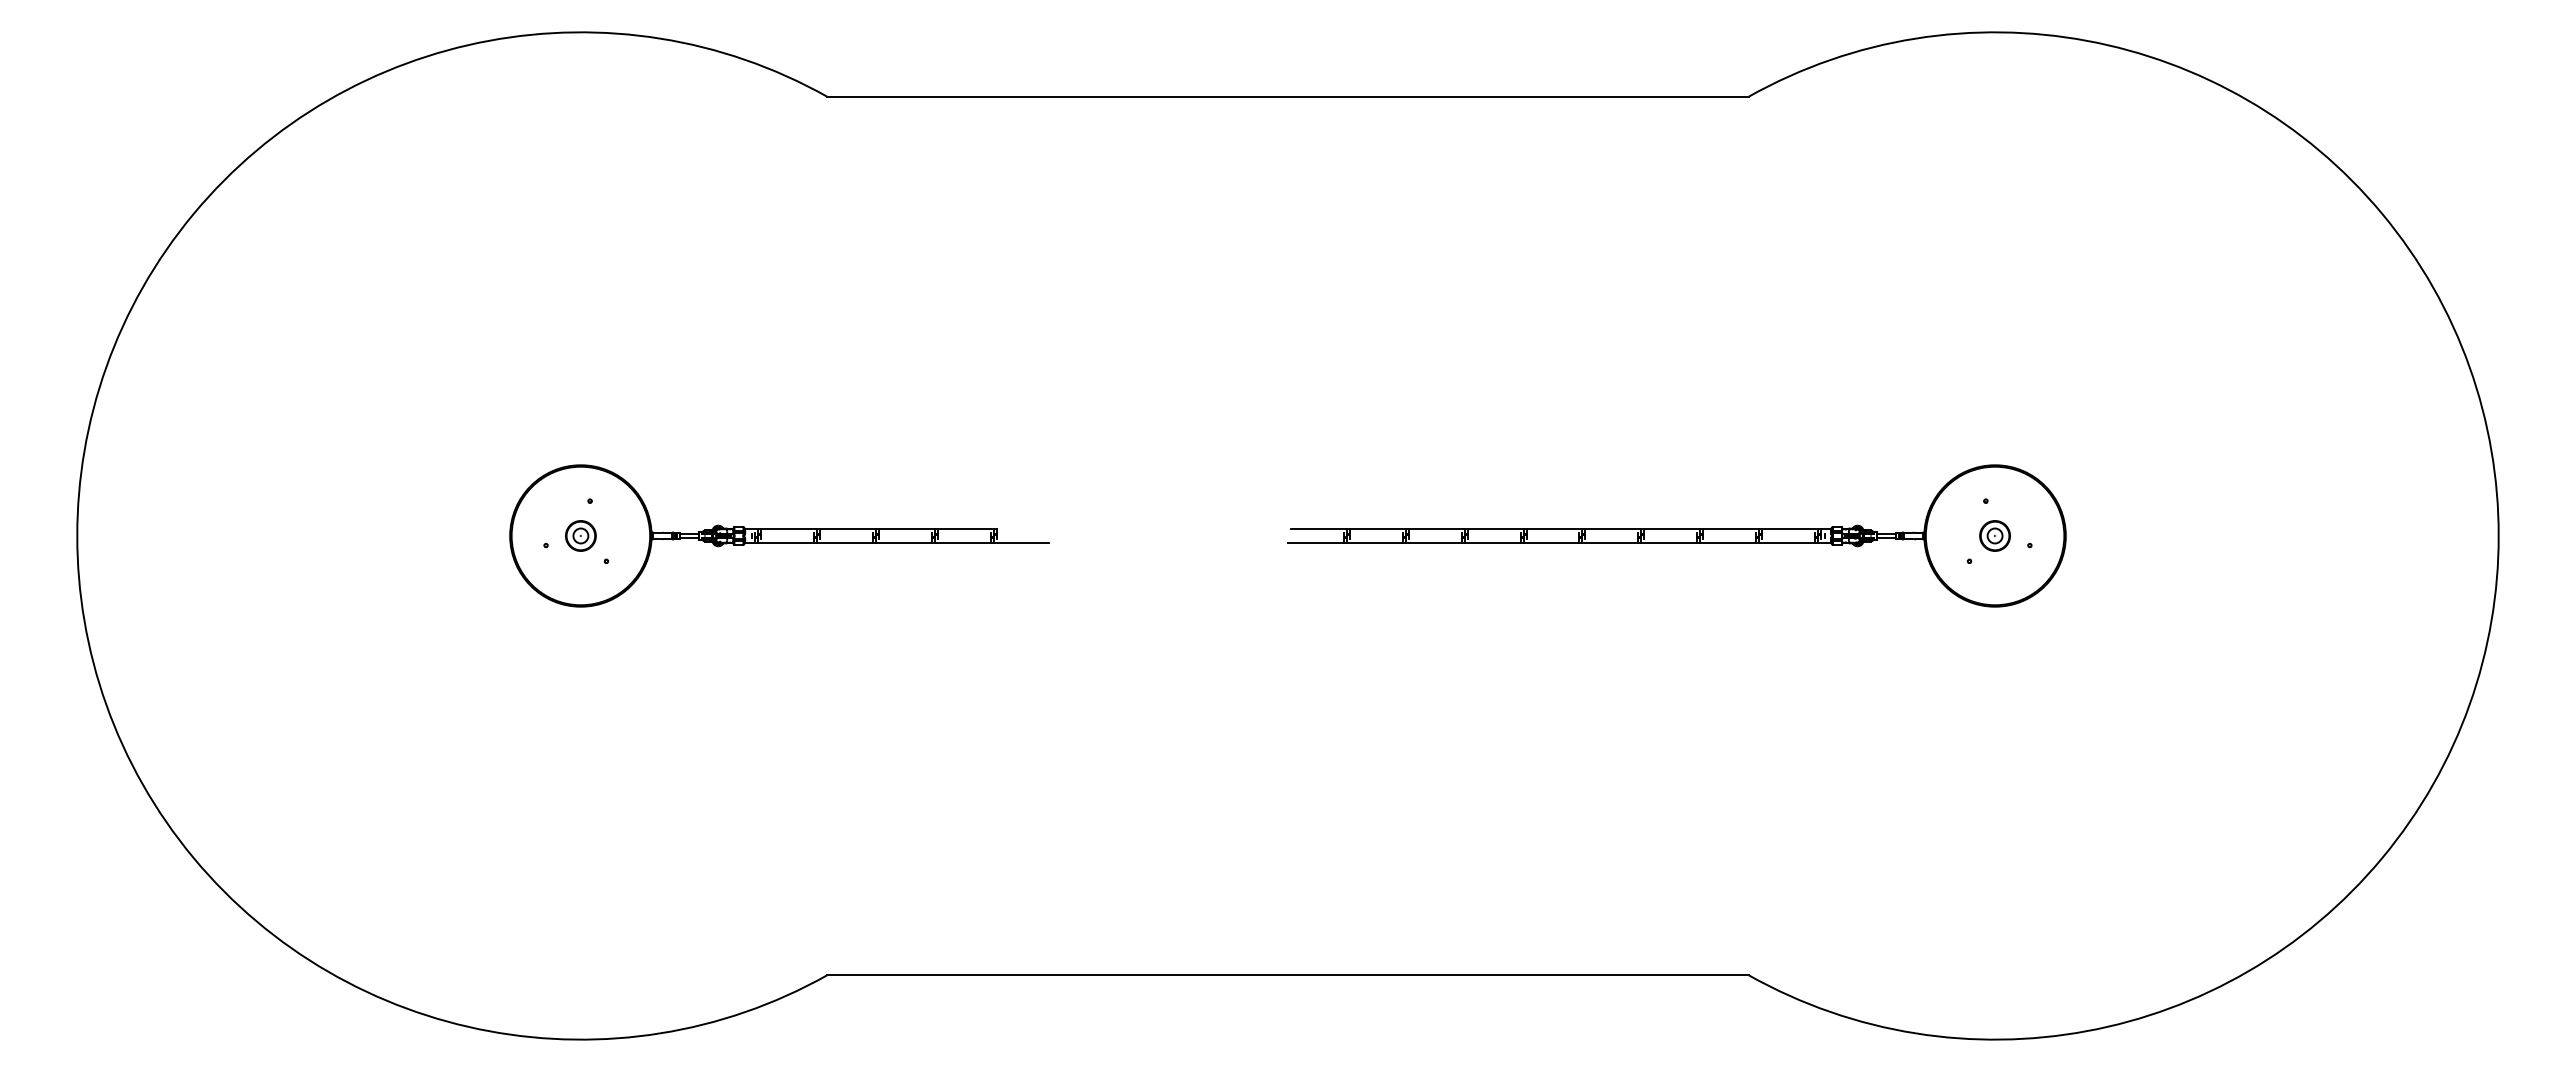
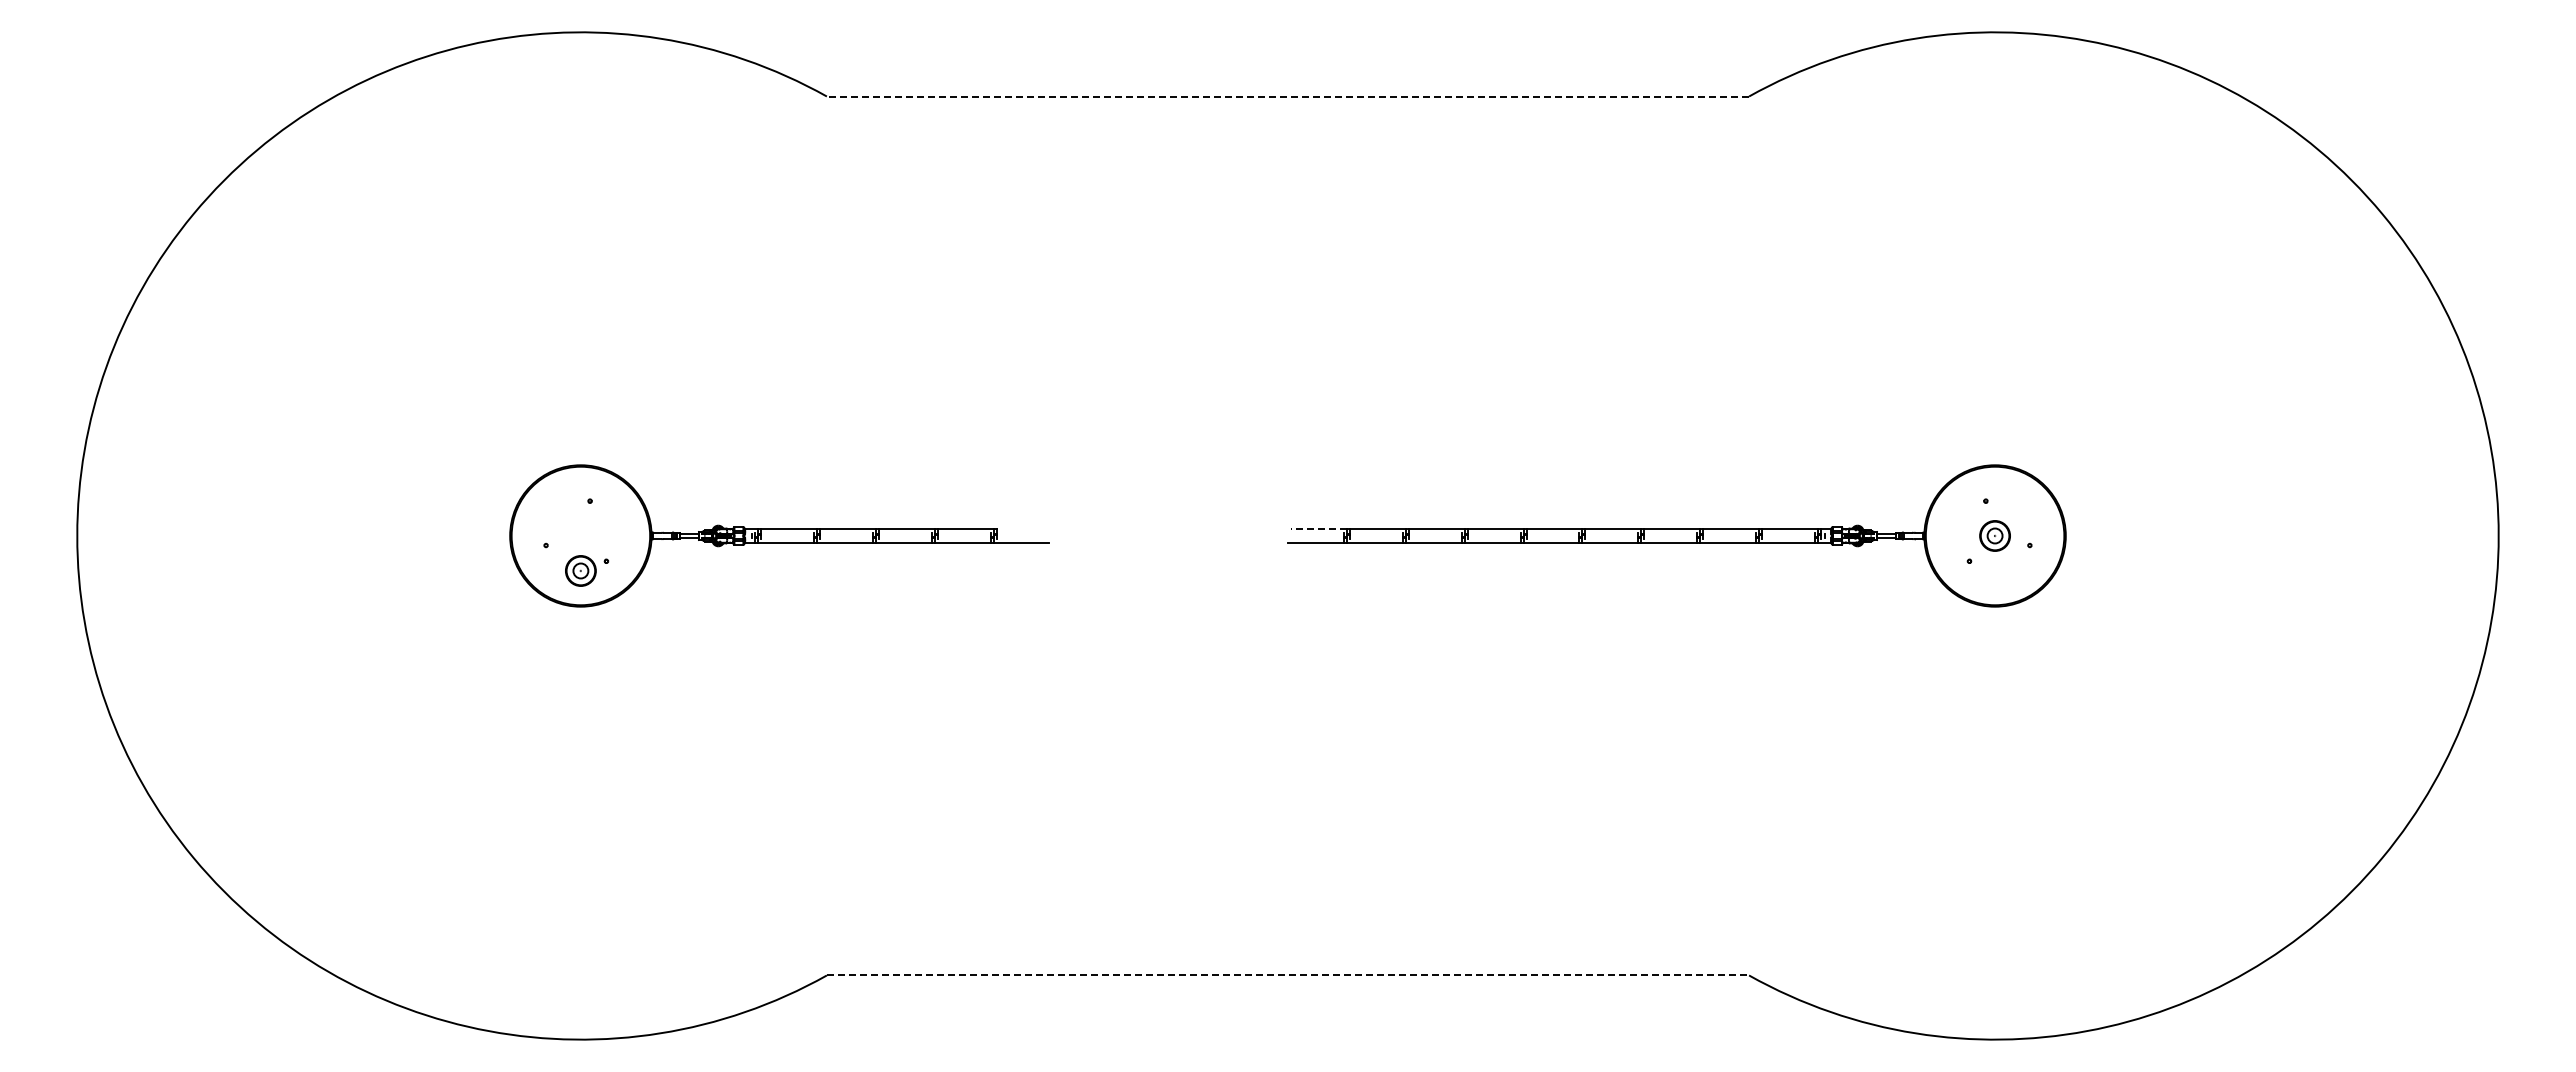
line at (1287, 96): solid -> dashed
line at (1318, 529): solid -> dashed
part at (580, 535) position: (580, 535) -> (580, 570)
line at (1288, 975): solid -> dashed
